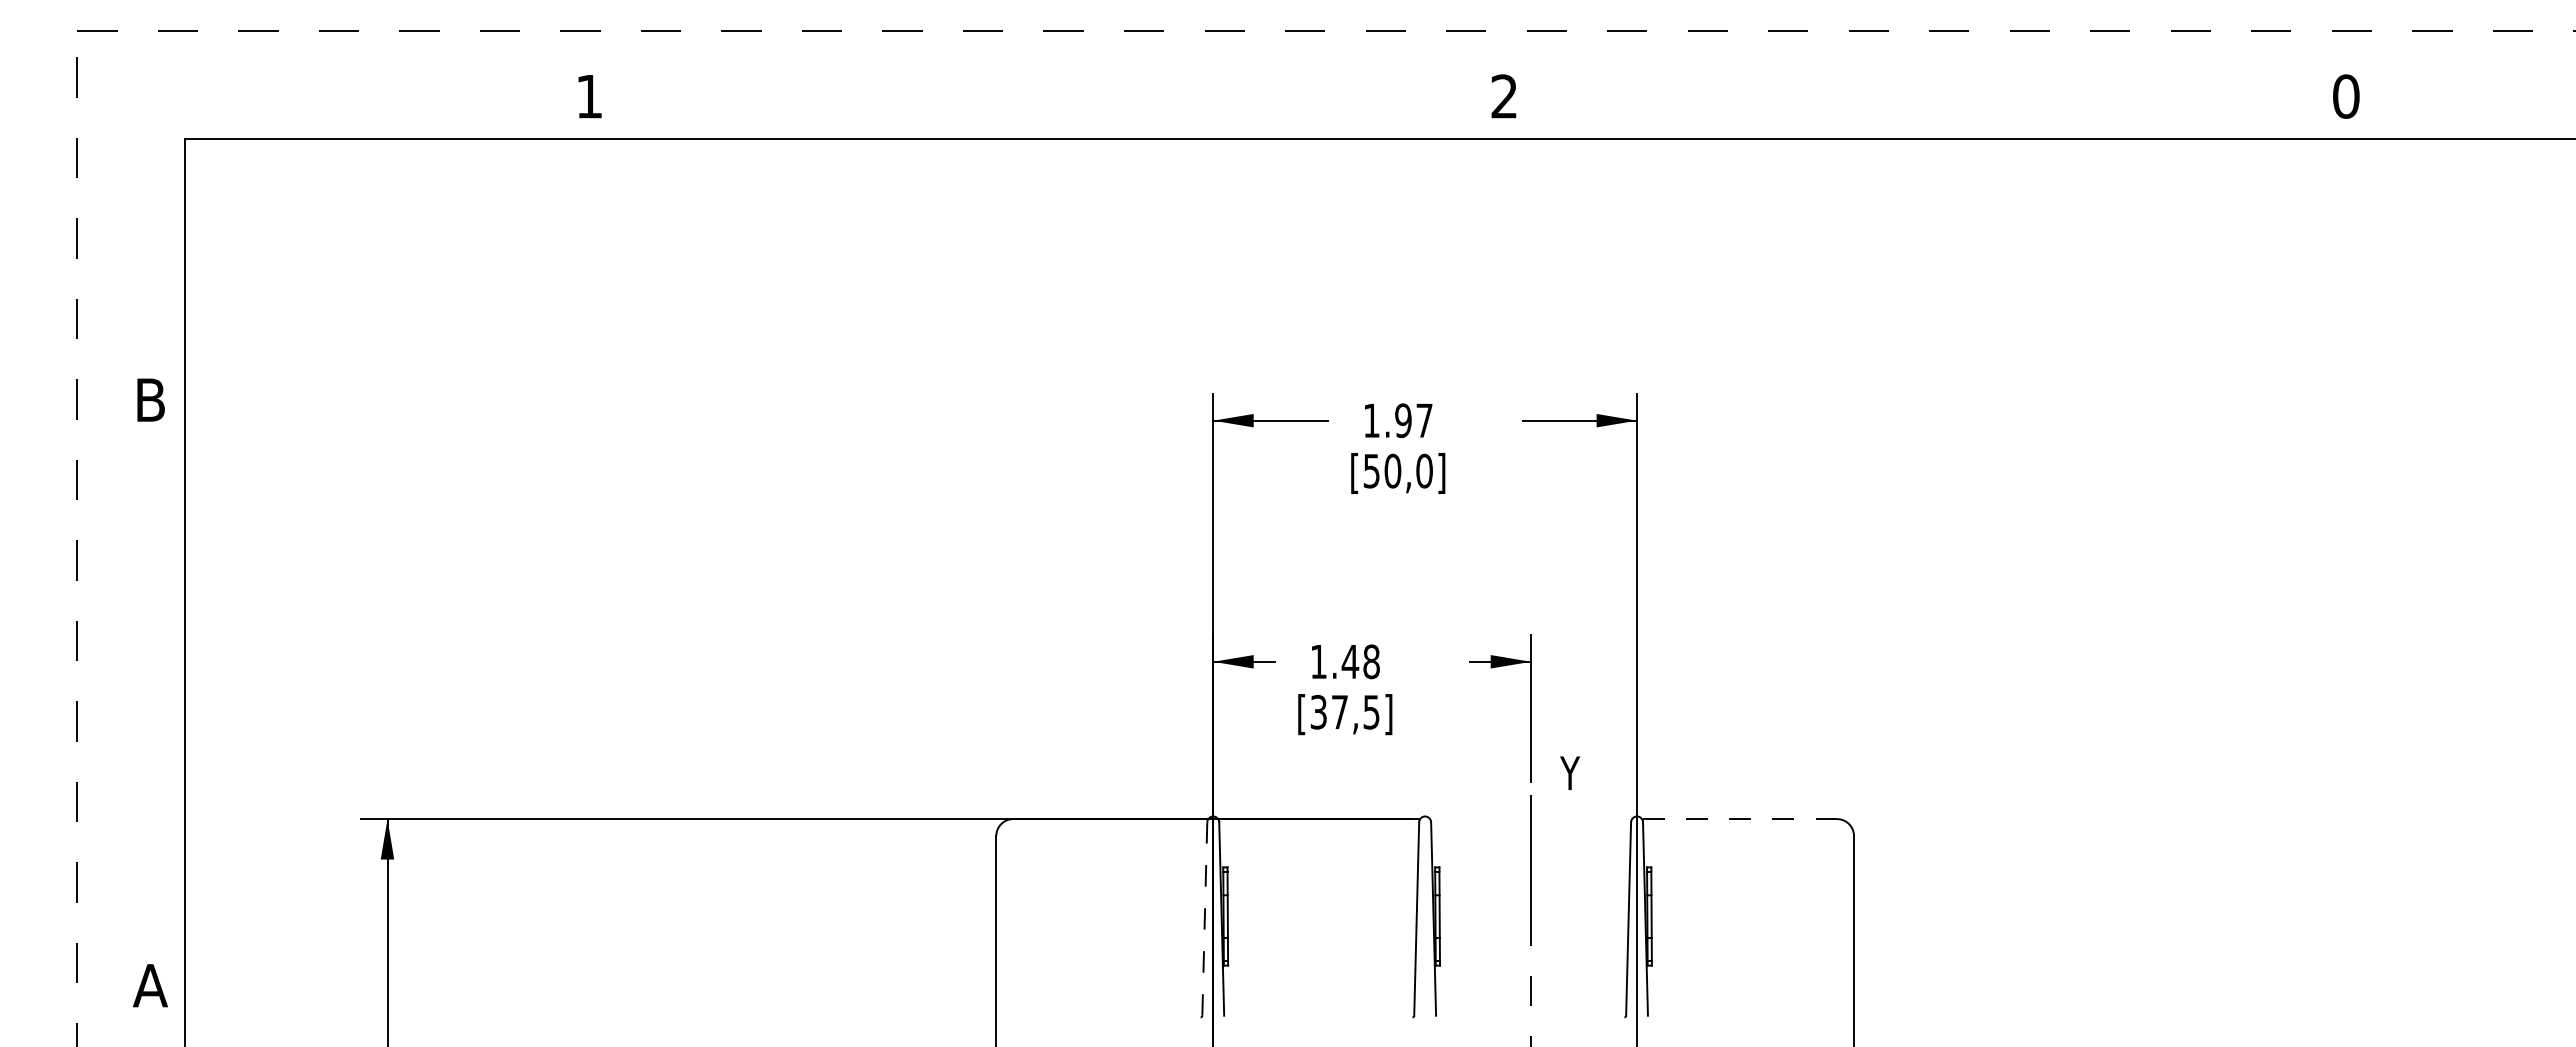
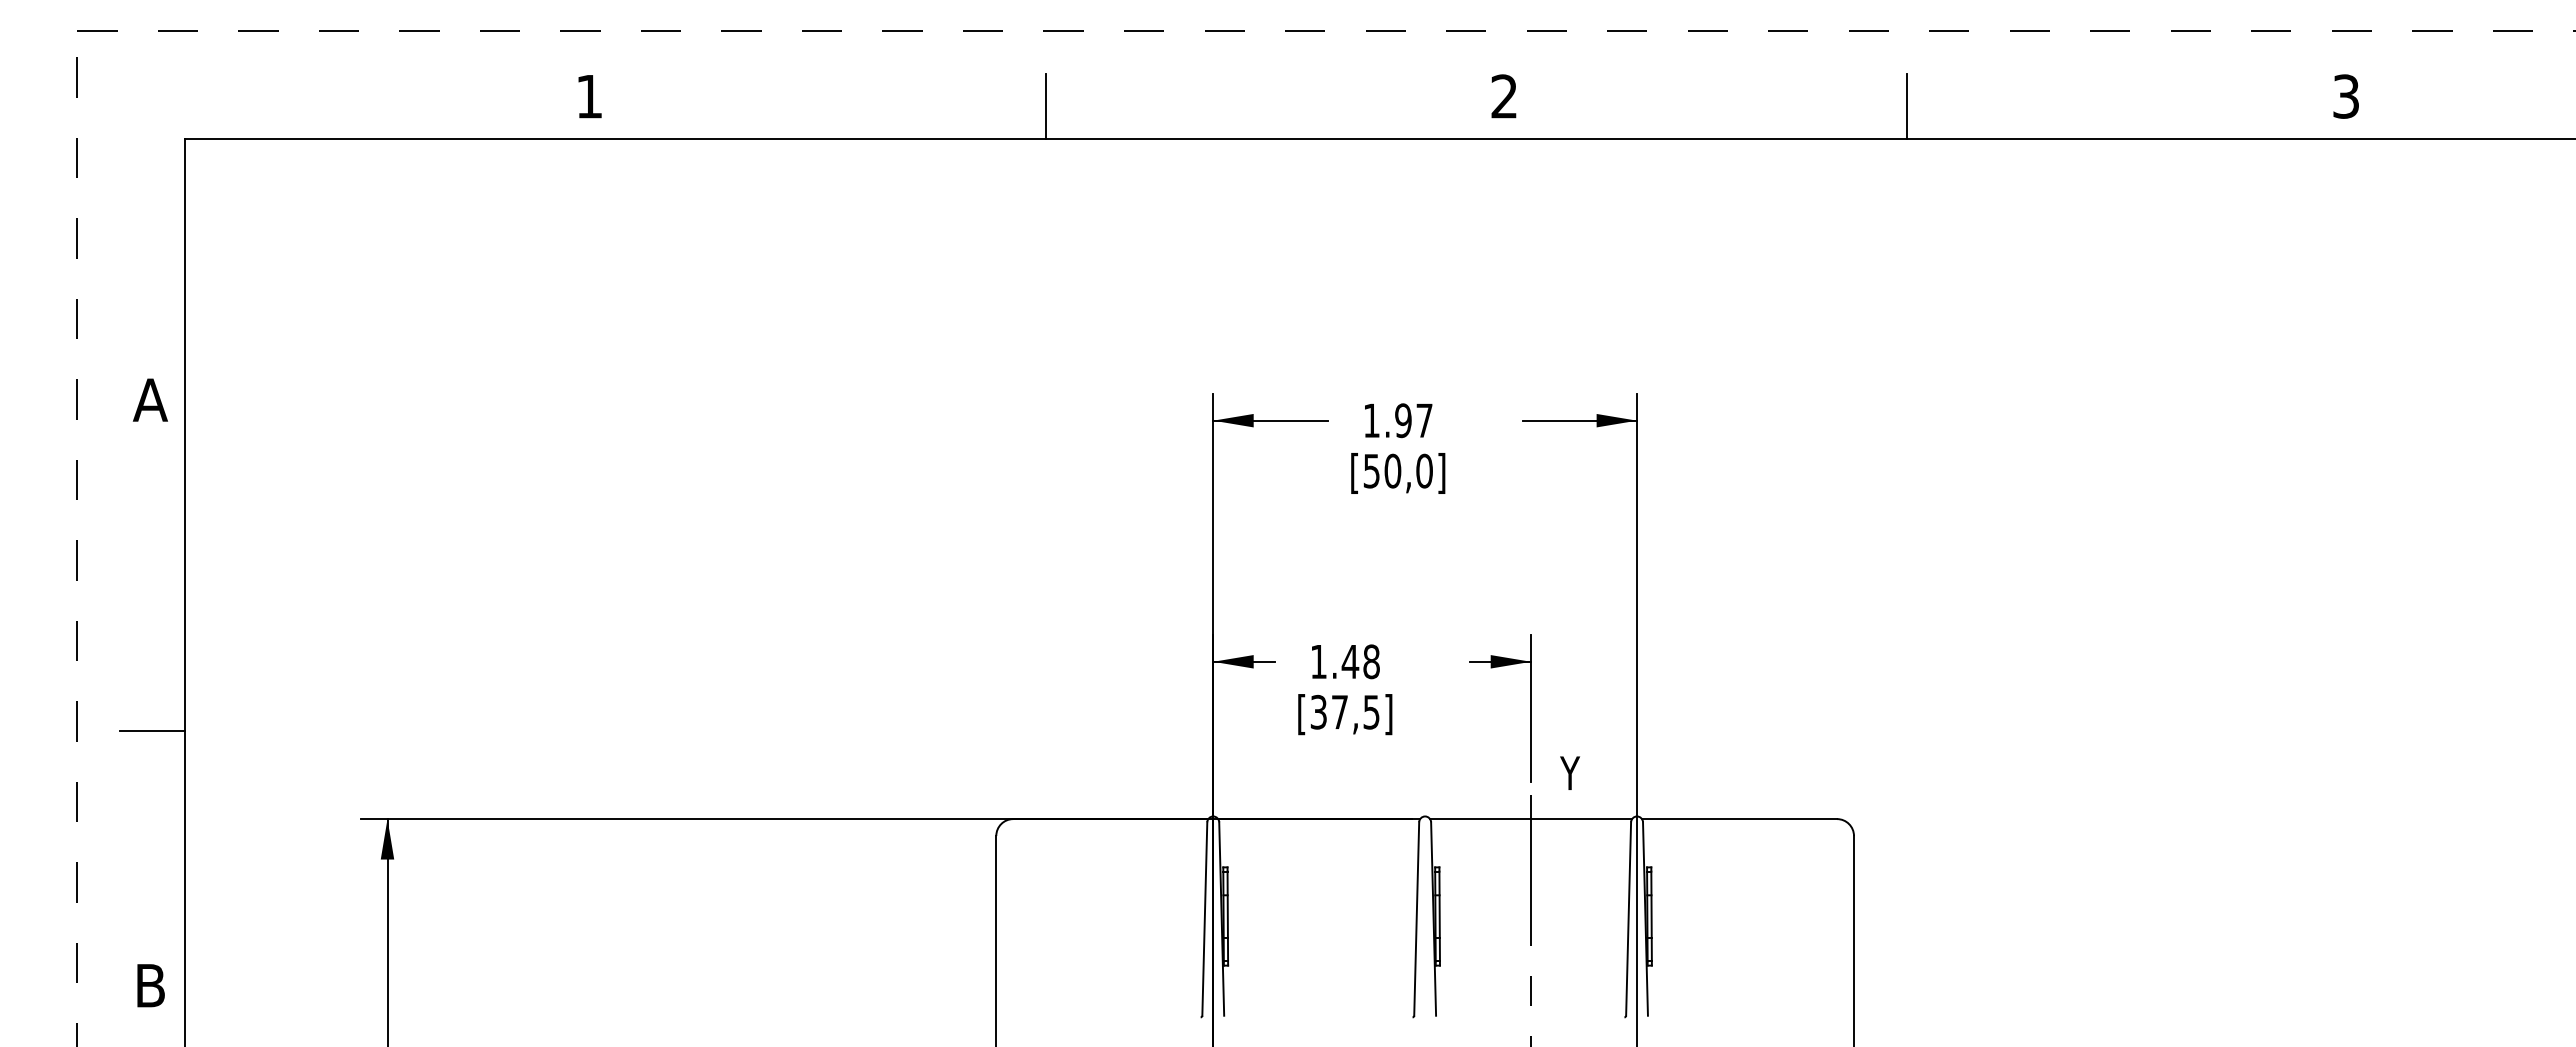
text at (2346, 96): 0 -> 3
line at (1046, 106): none -> present
line at (1907, 106): none -> present
text at (149, 399): B -> A
line at (152, 730): none -> present
line at (1531, 819): none -> present
line at (1739, 819): dashed -> solid
line at (1204, 919): dashed -> solid
text at (150, 985): A -> B
